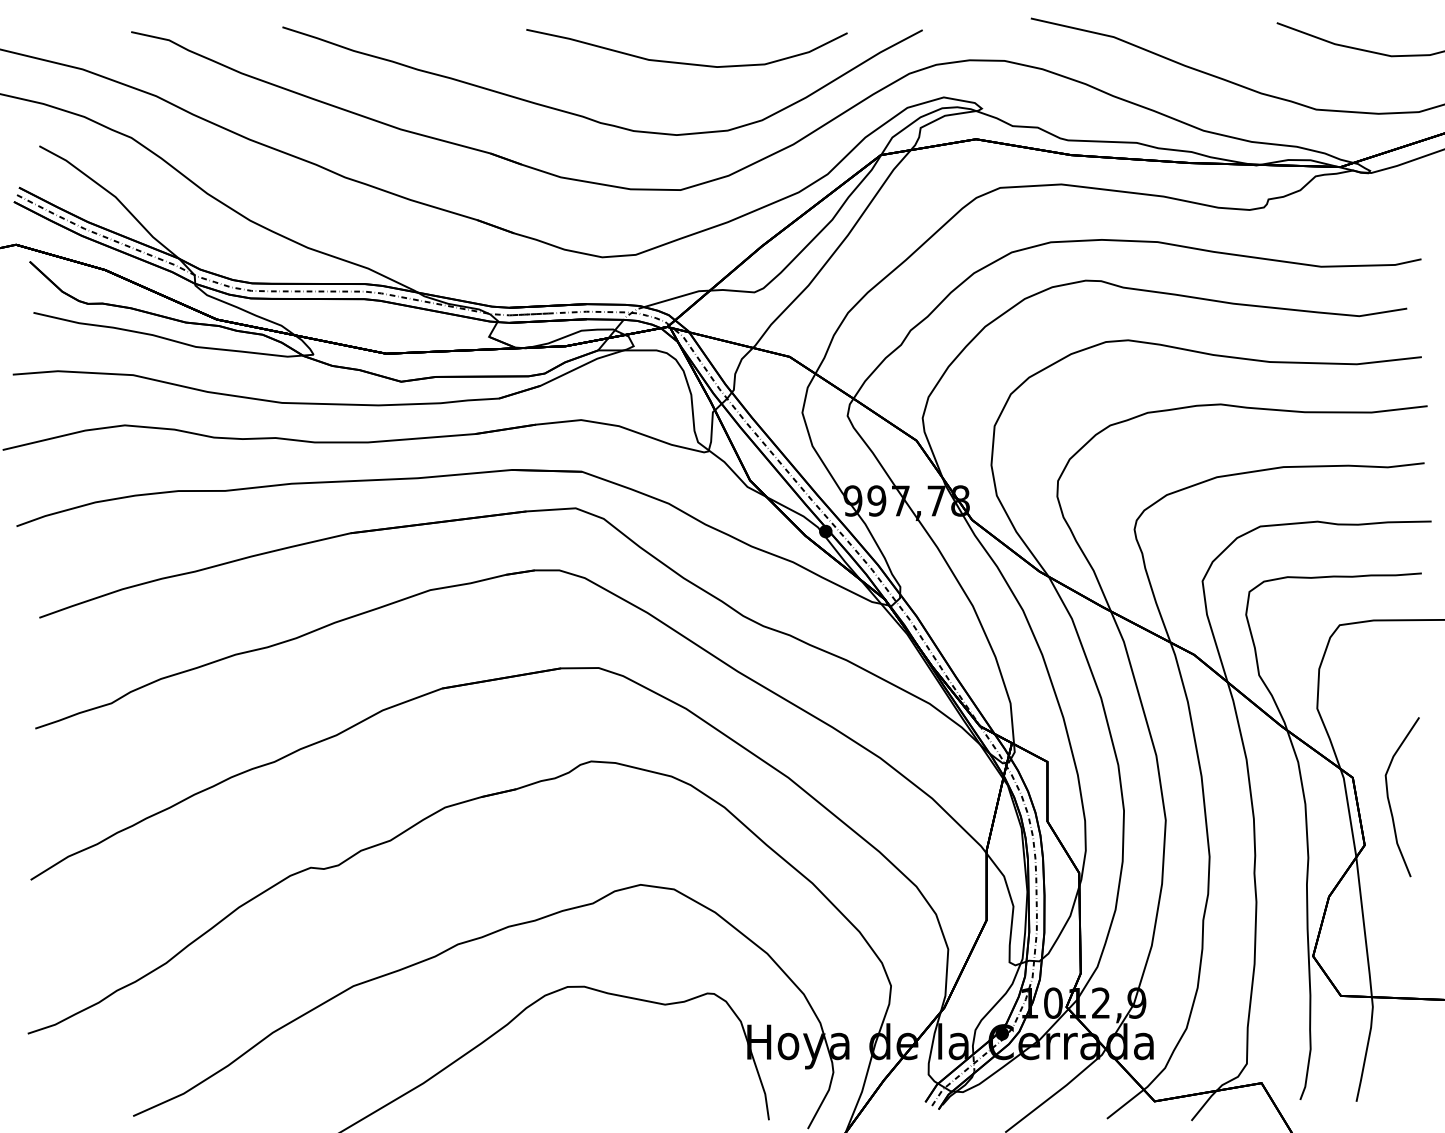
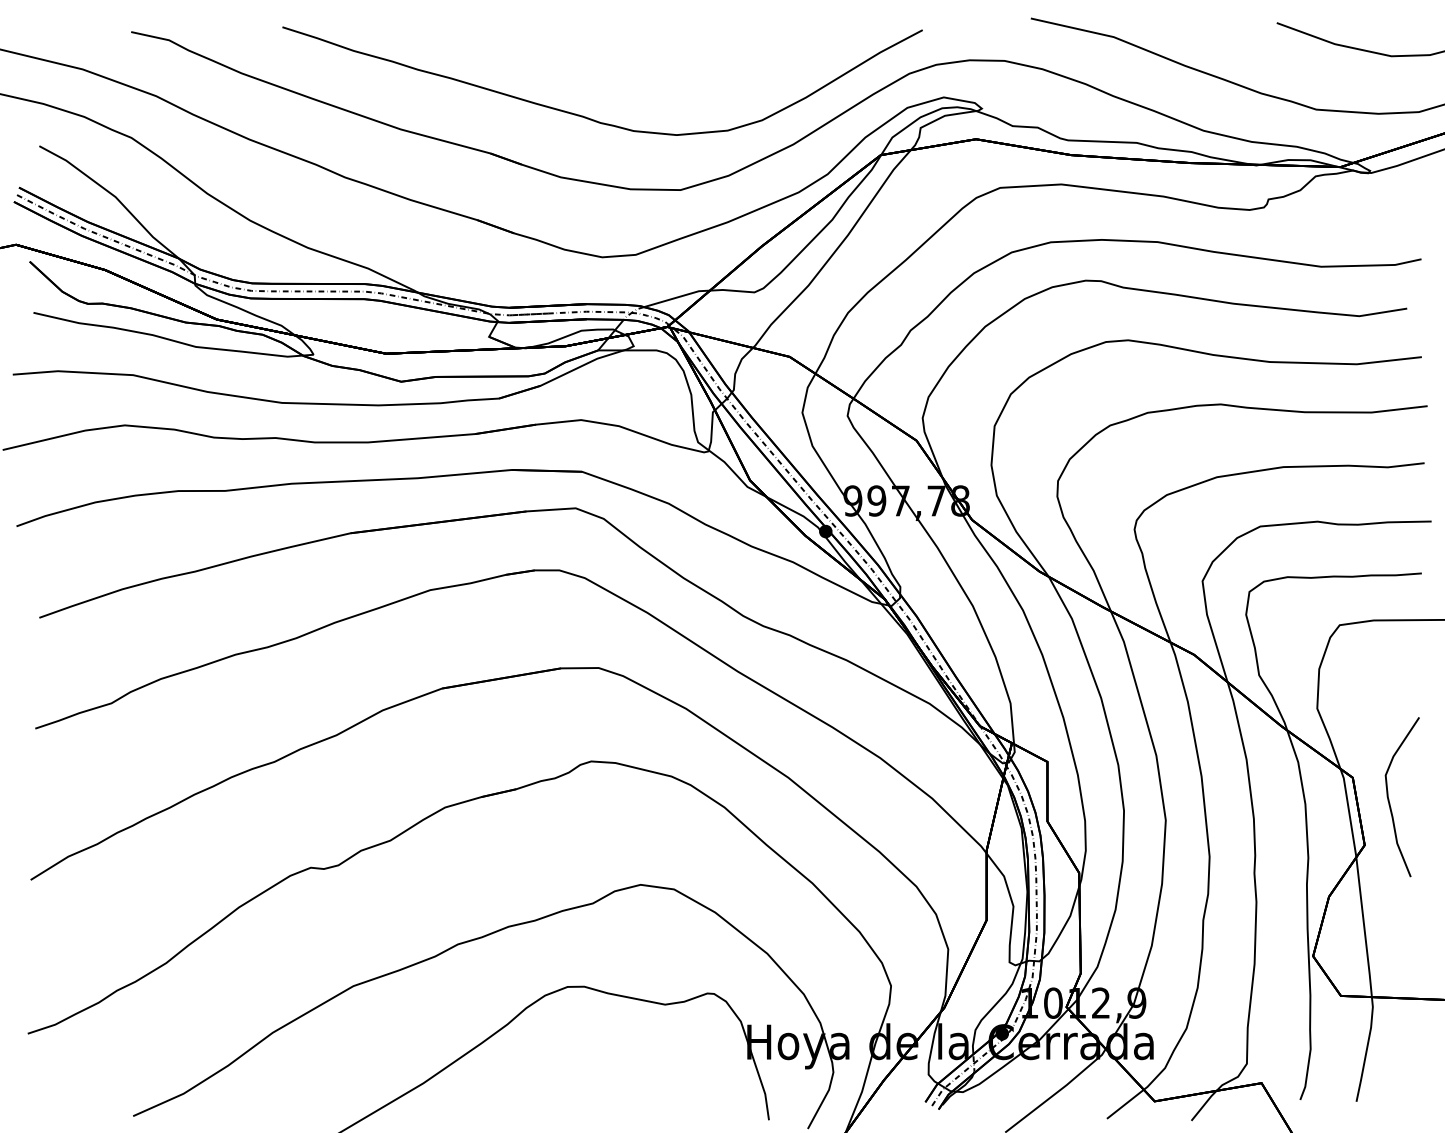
curve at (685, 62): present -> none
